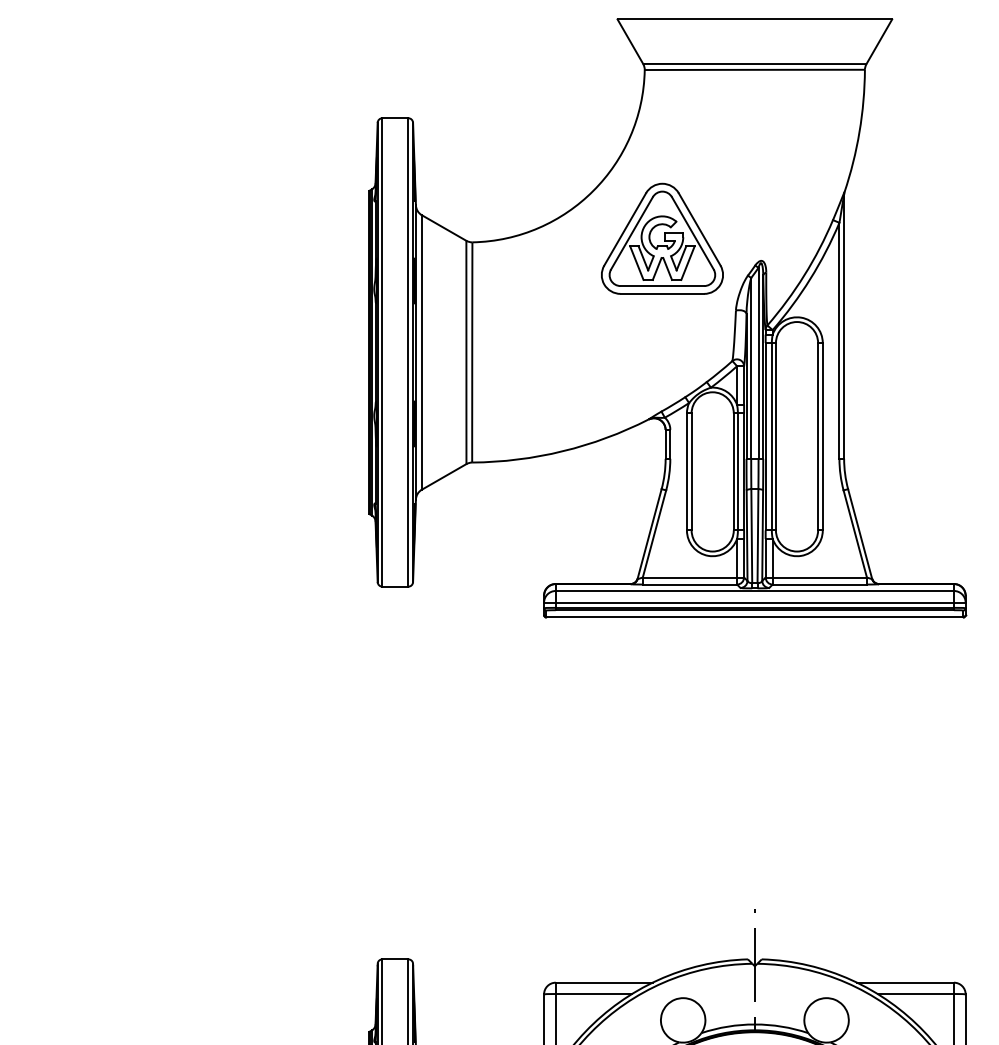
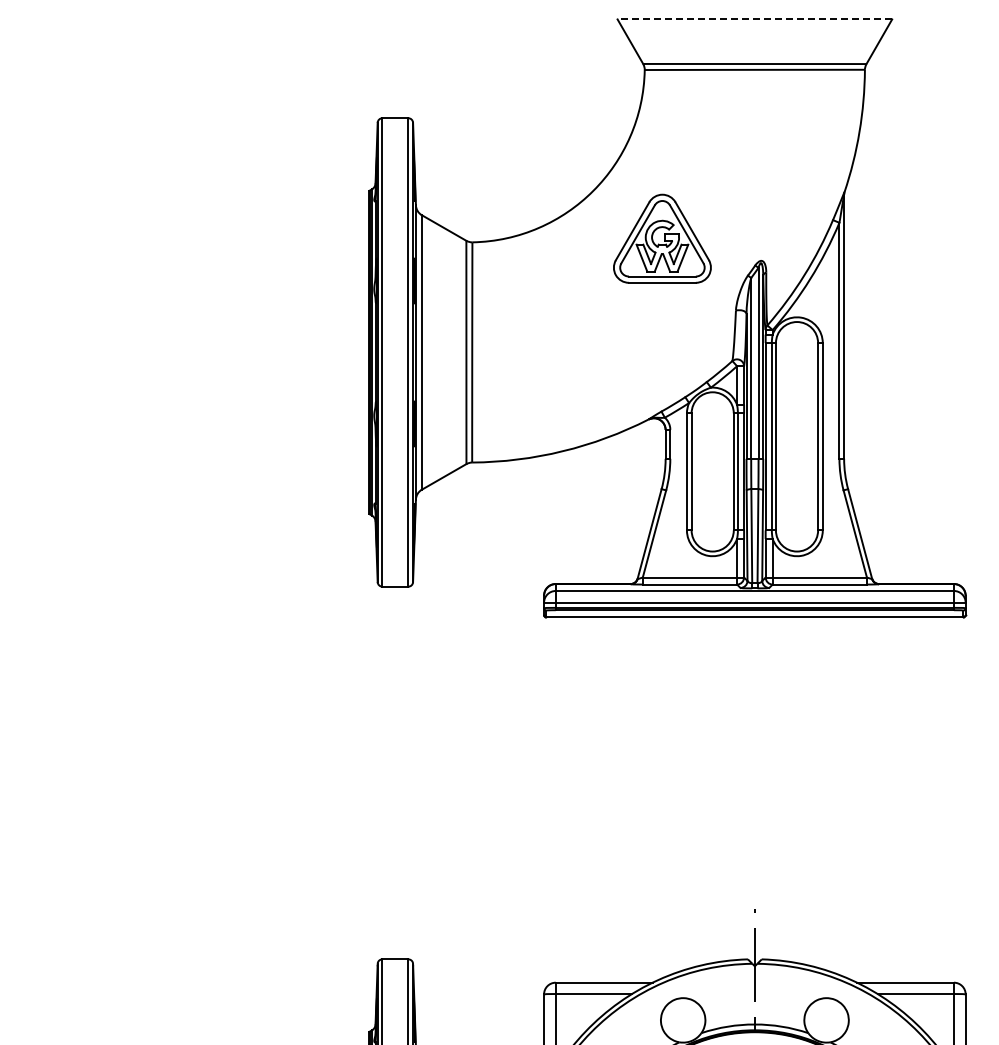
line at (754, 19): solid -> dashed
part at (662, 238) size: 123x113 px -> 99x91 px
